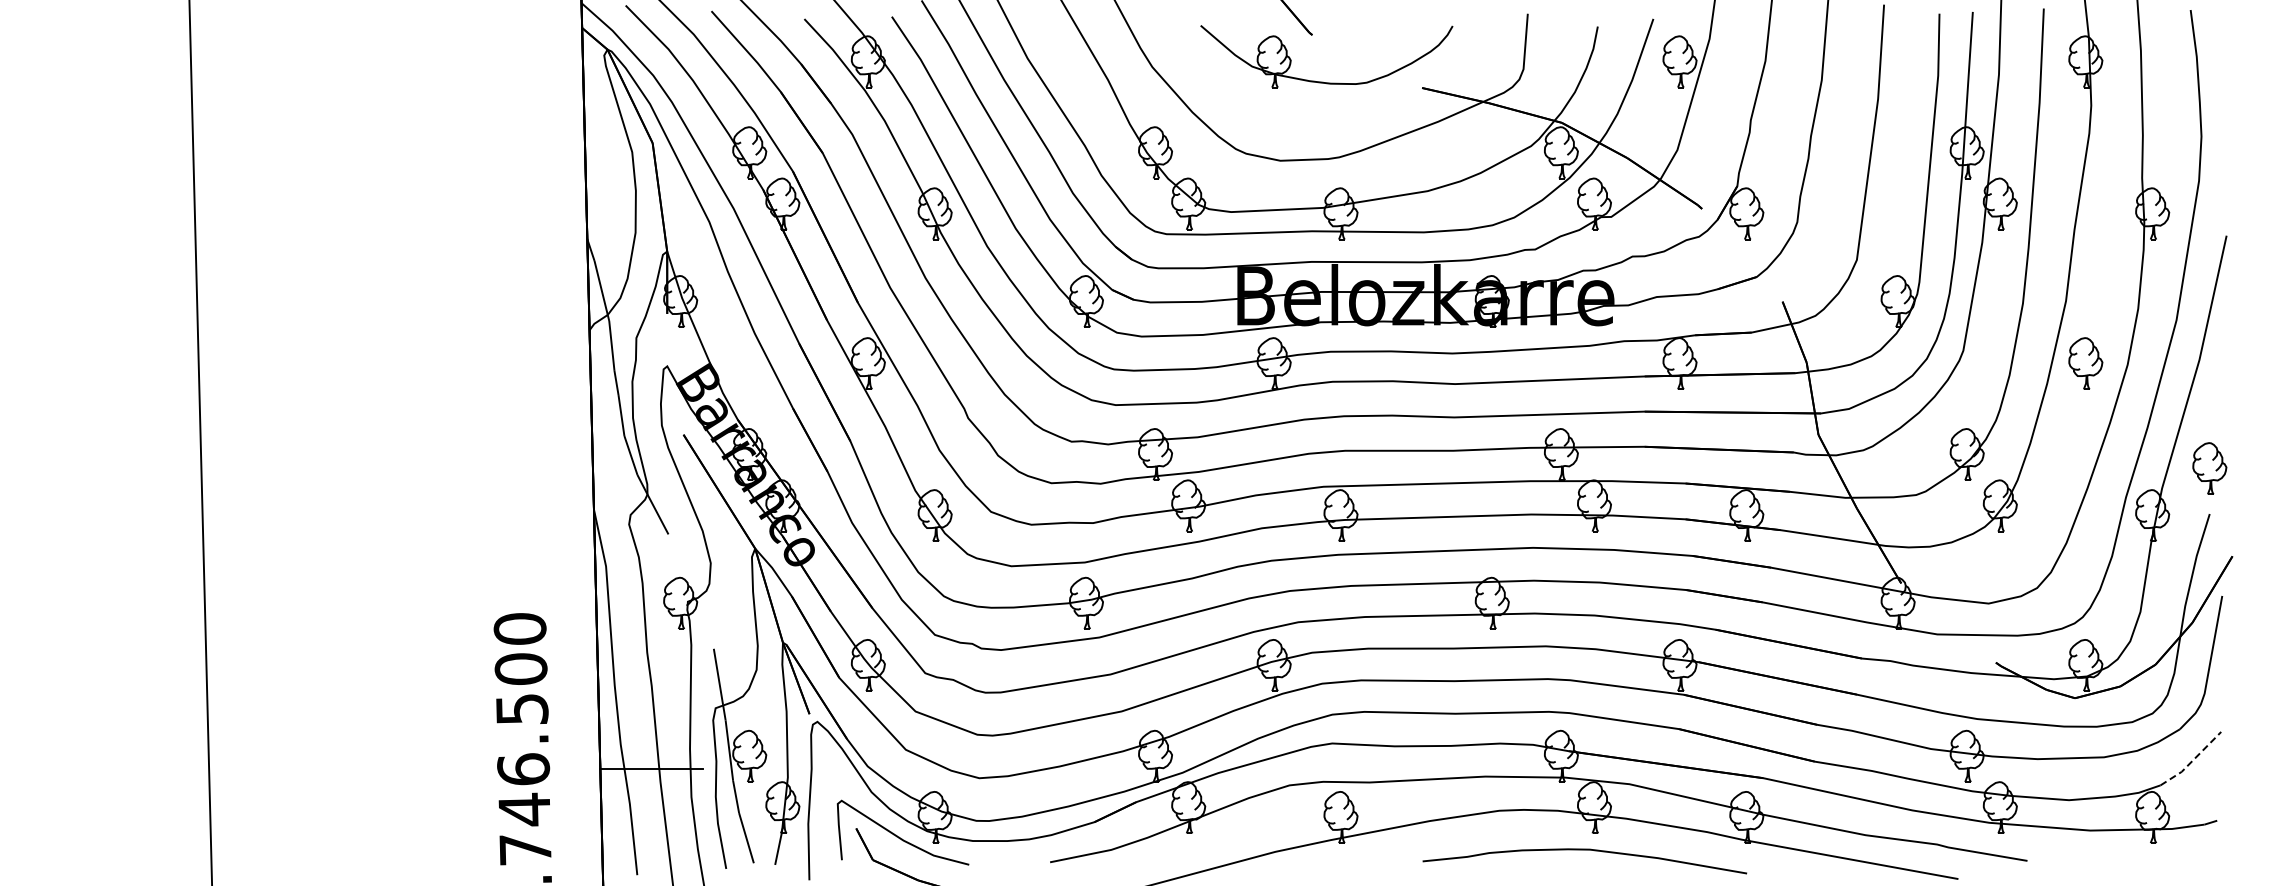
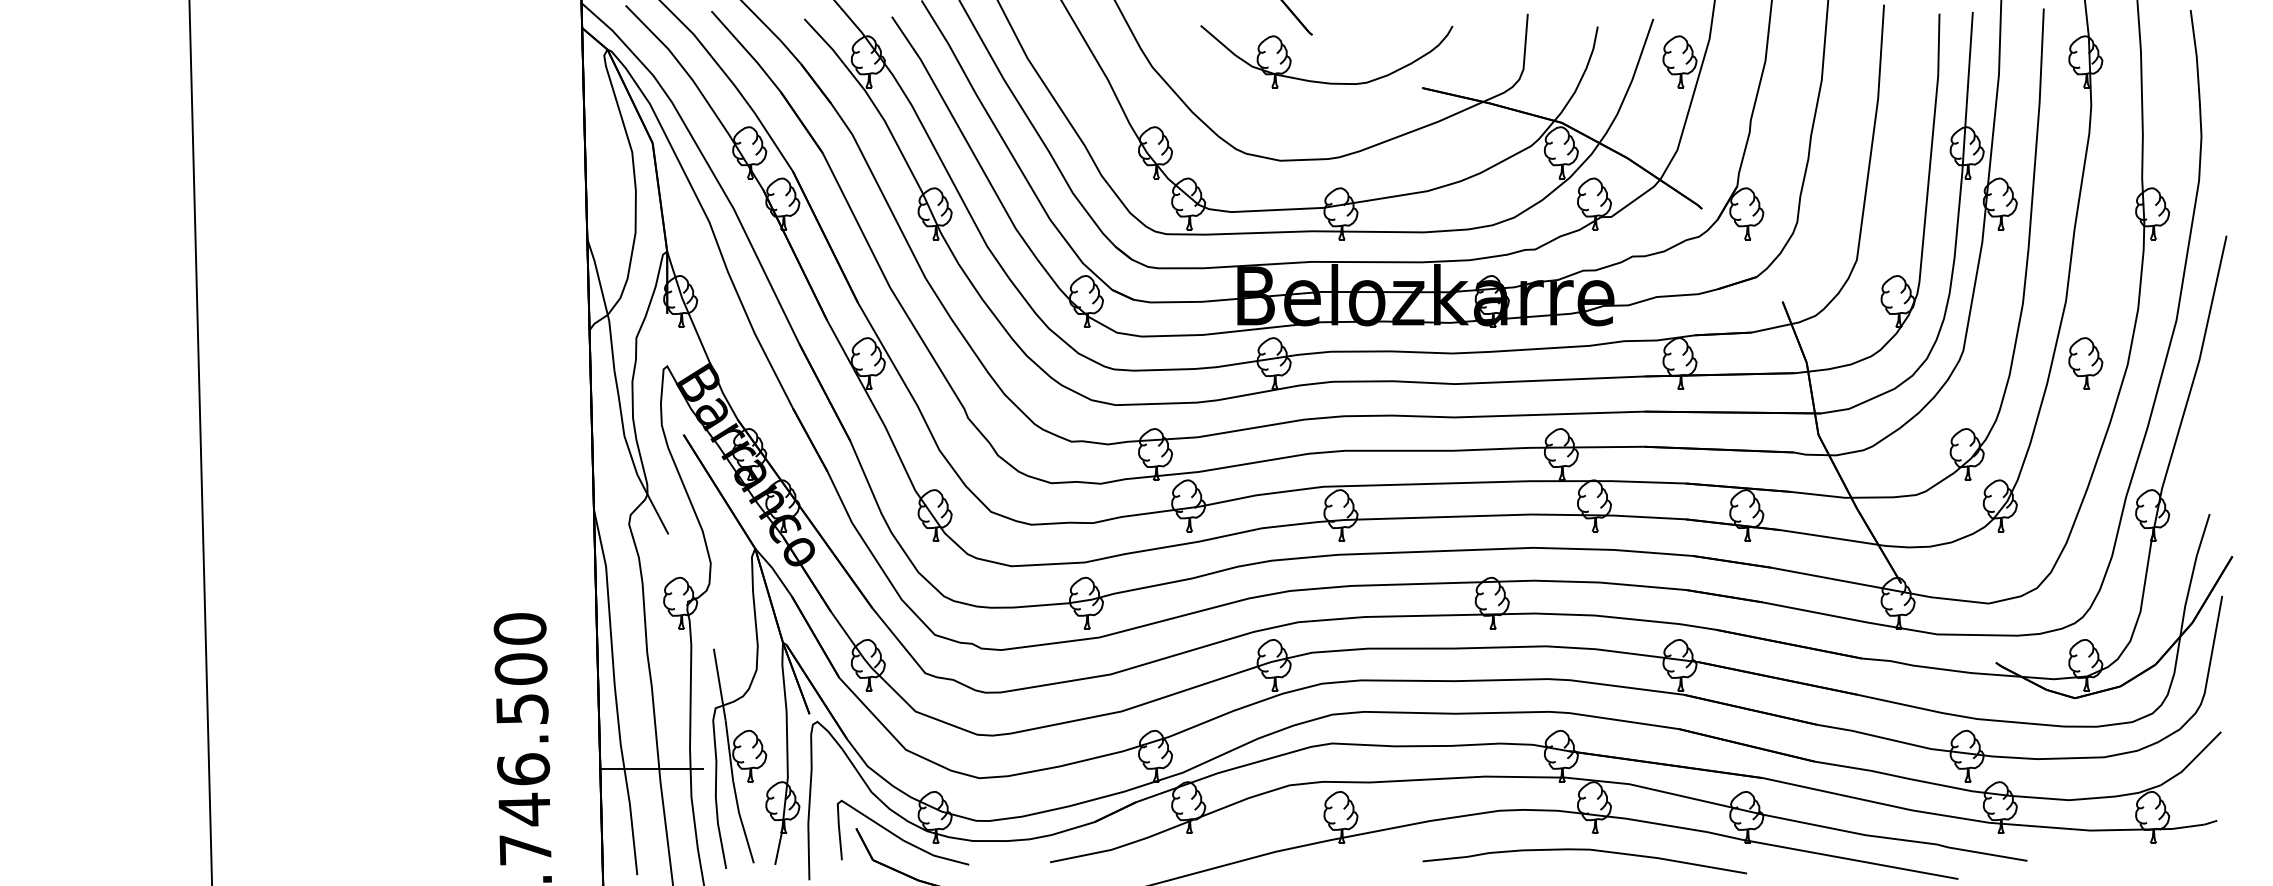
part at (2209, 468): present -> none
line at (2192, 761): dashed -> solid
